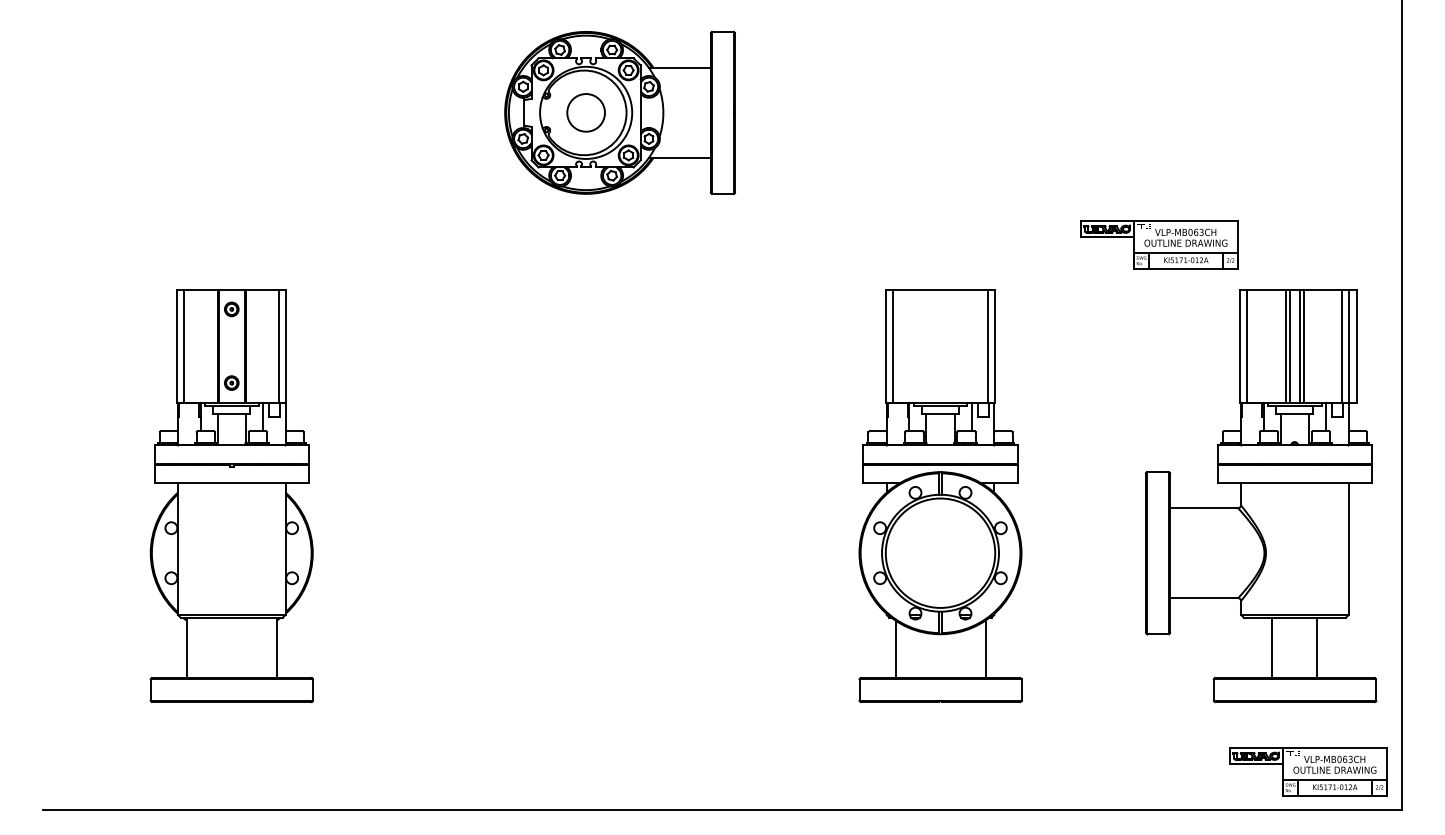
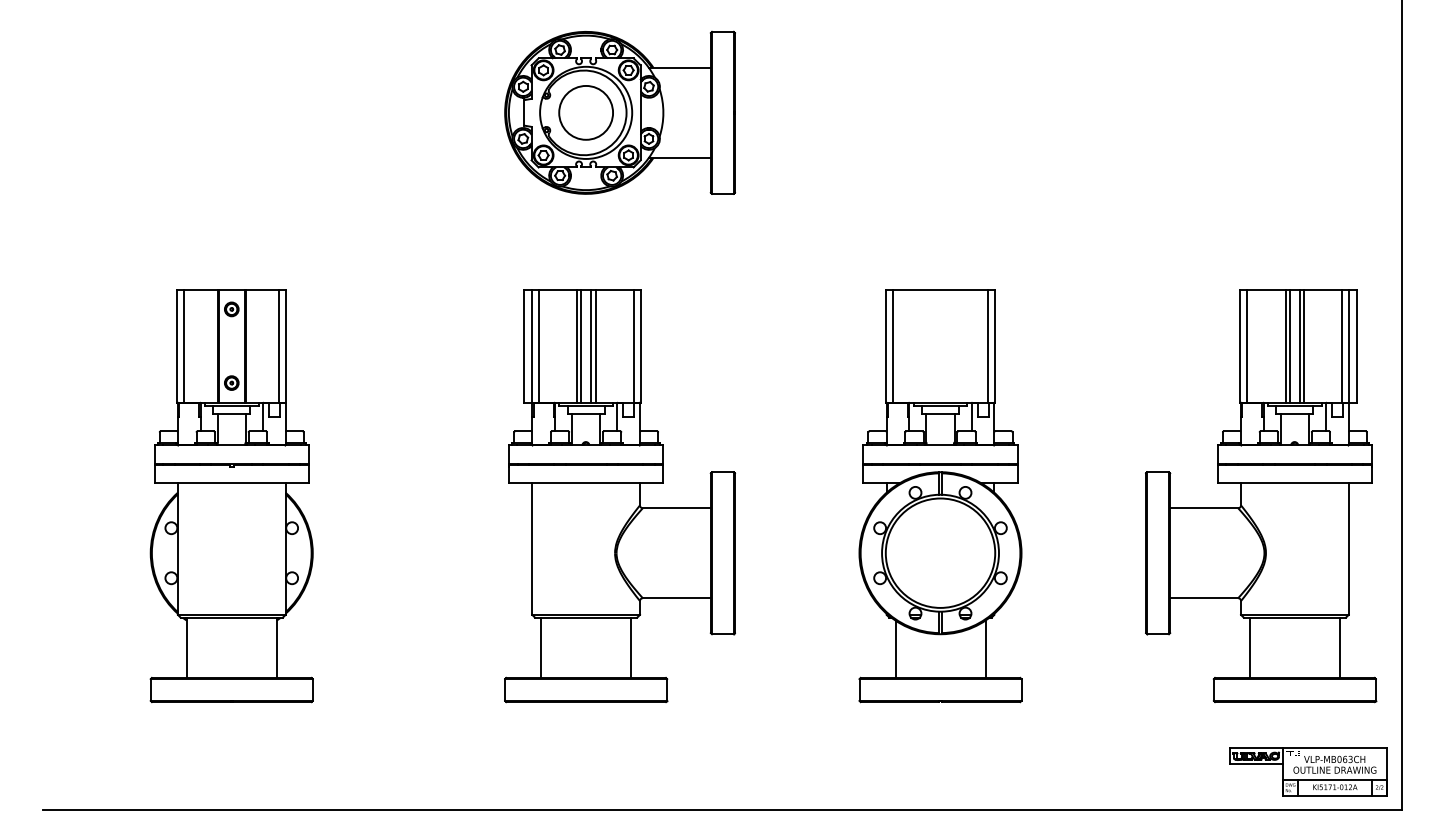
circle at (586, 112) diameter: 38 px -> 54 px
part at (1159, 244): present -> none
part at (620, 496): none -> present
line at (1271, 647) position: (1271, 647) -> (1249, 647)
line at (1316, 647) position: (1316, 647) -> (1339, 647)
